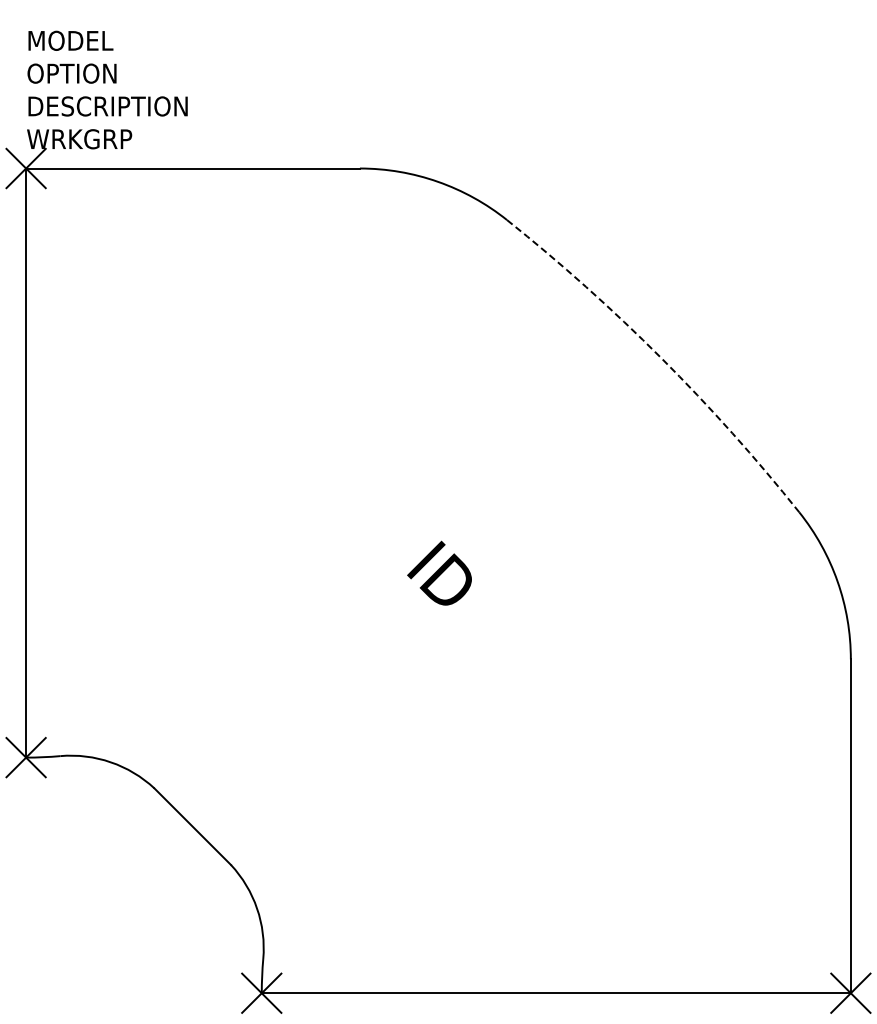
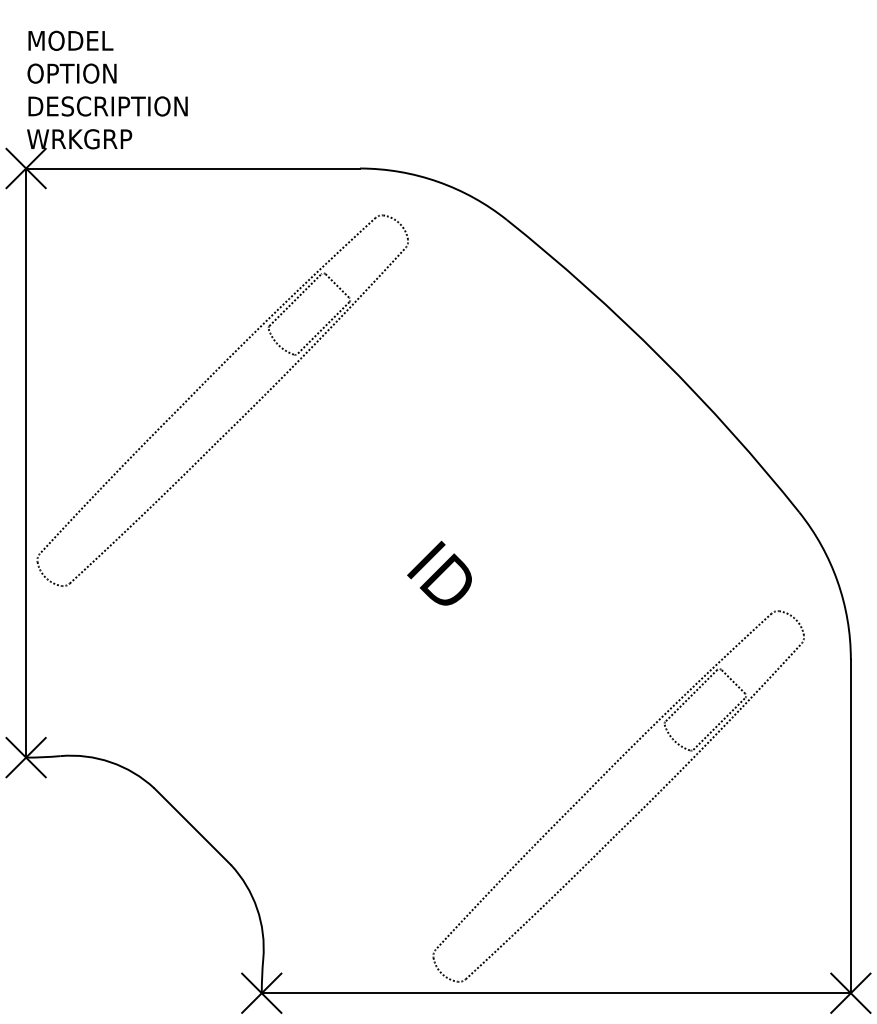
arc at (661, 358): dashed -> solid
part at (206, 382): none -> present
part at (601, 778): none -> present
